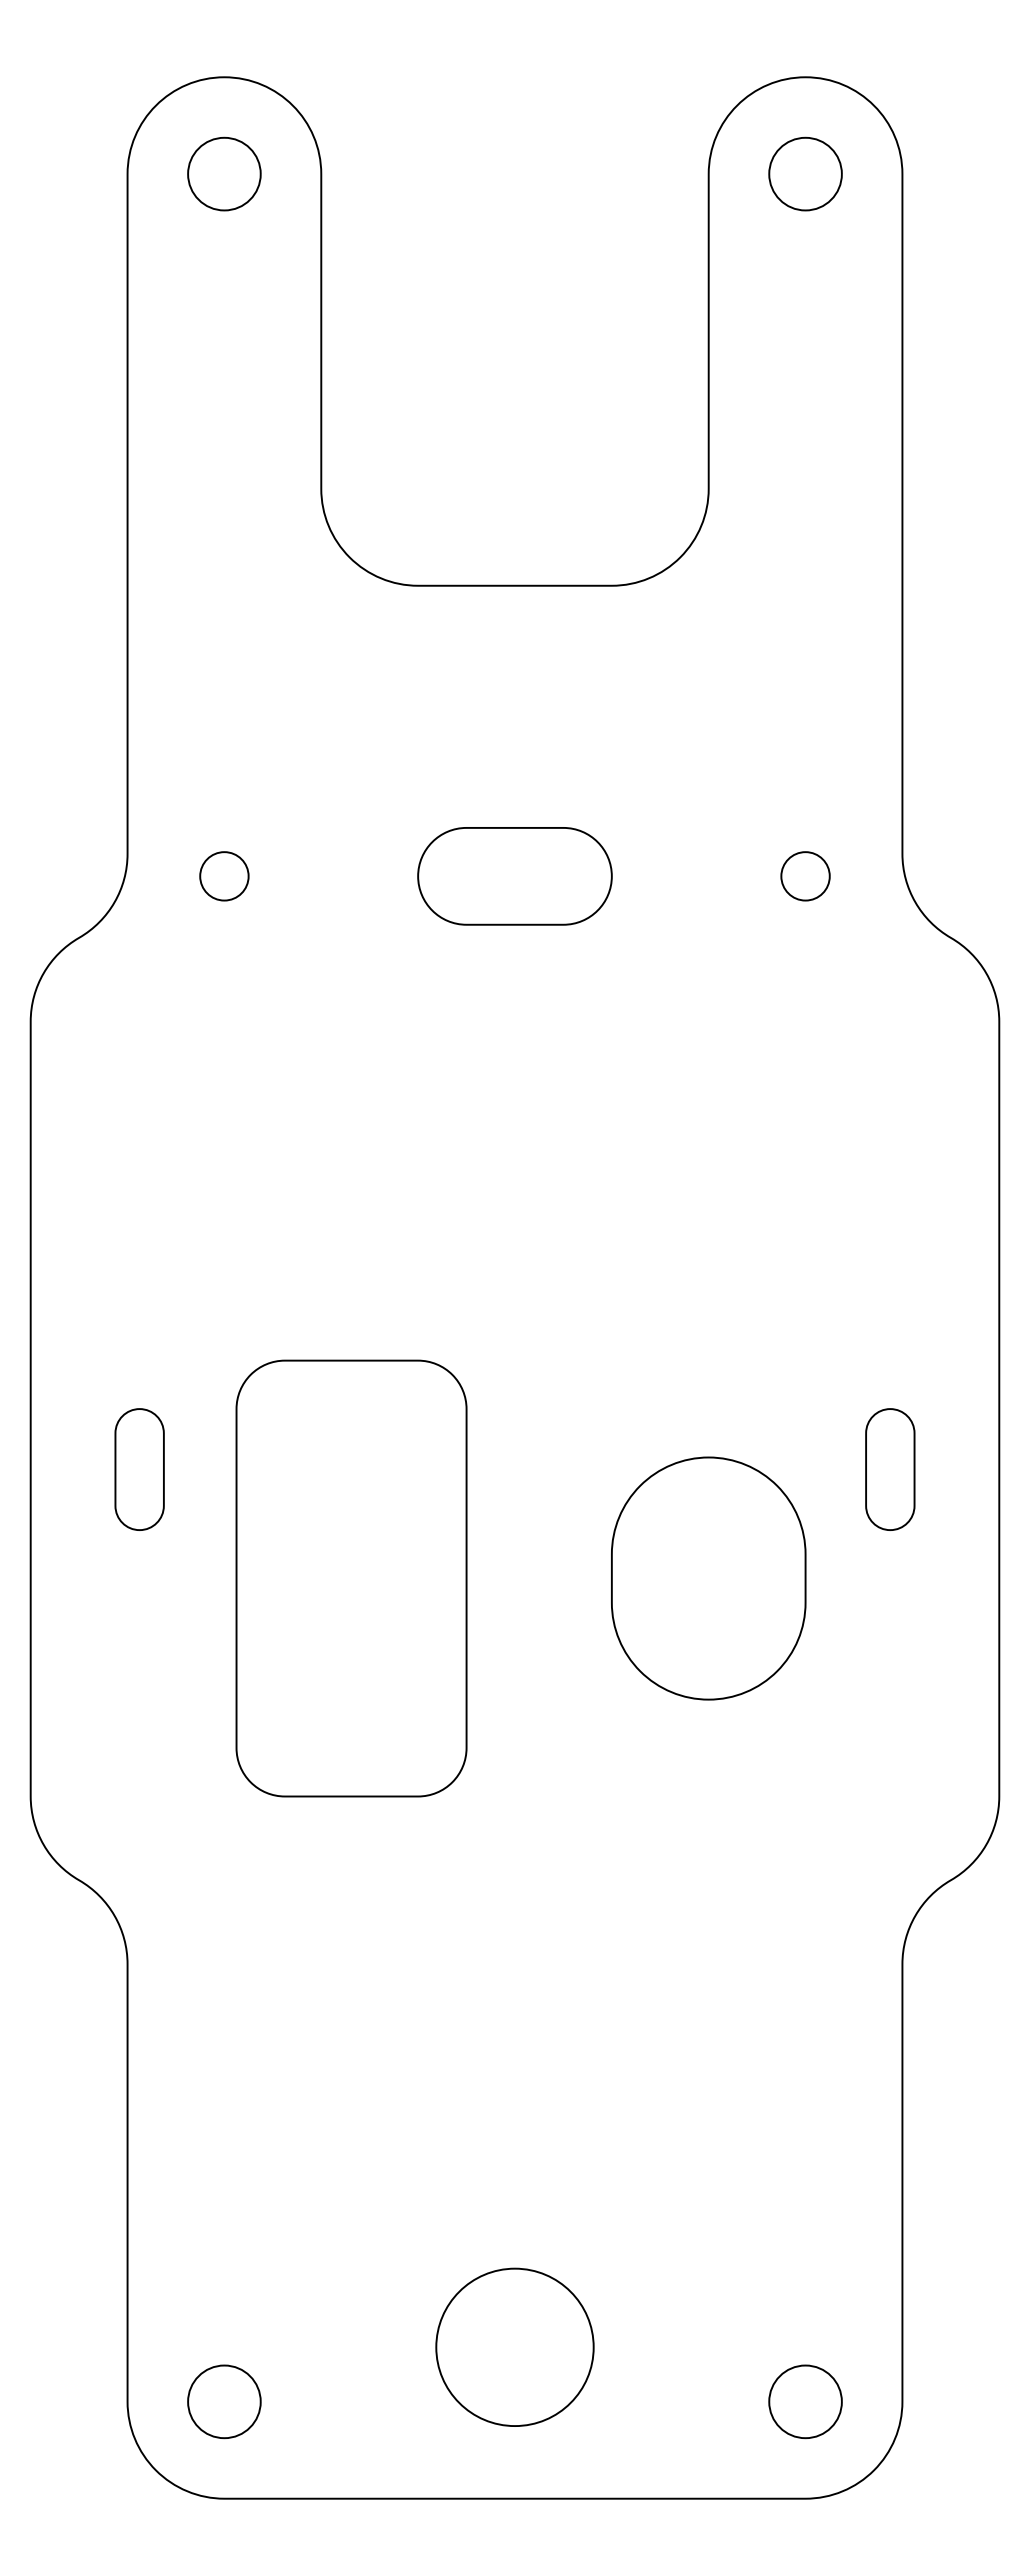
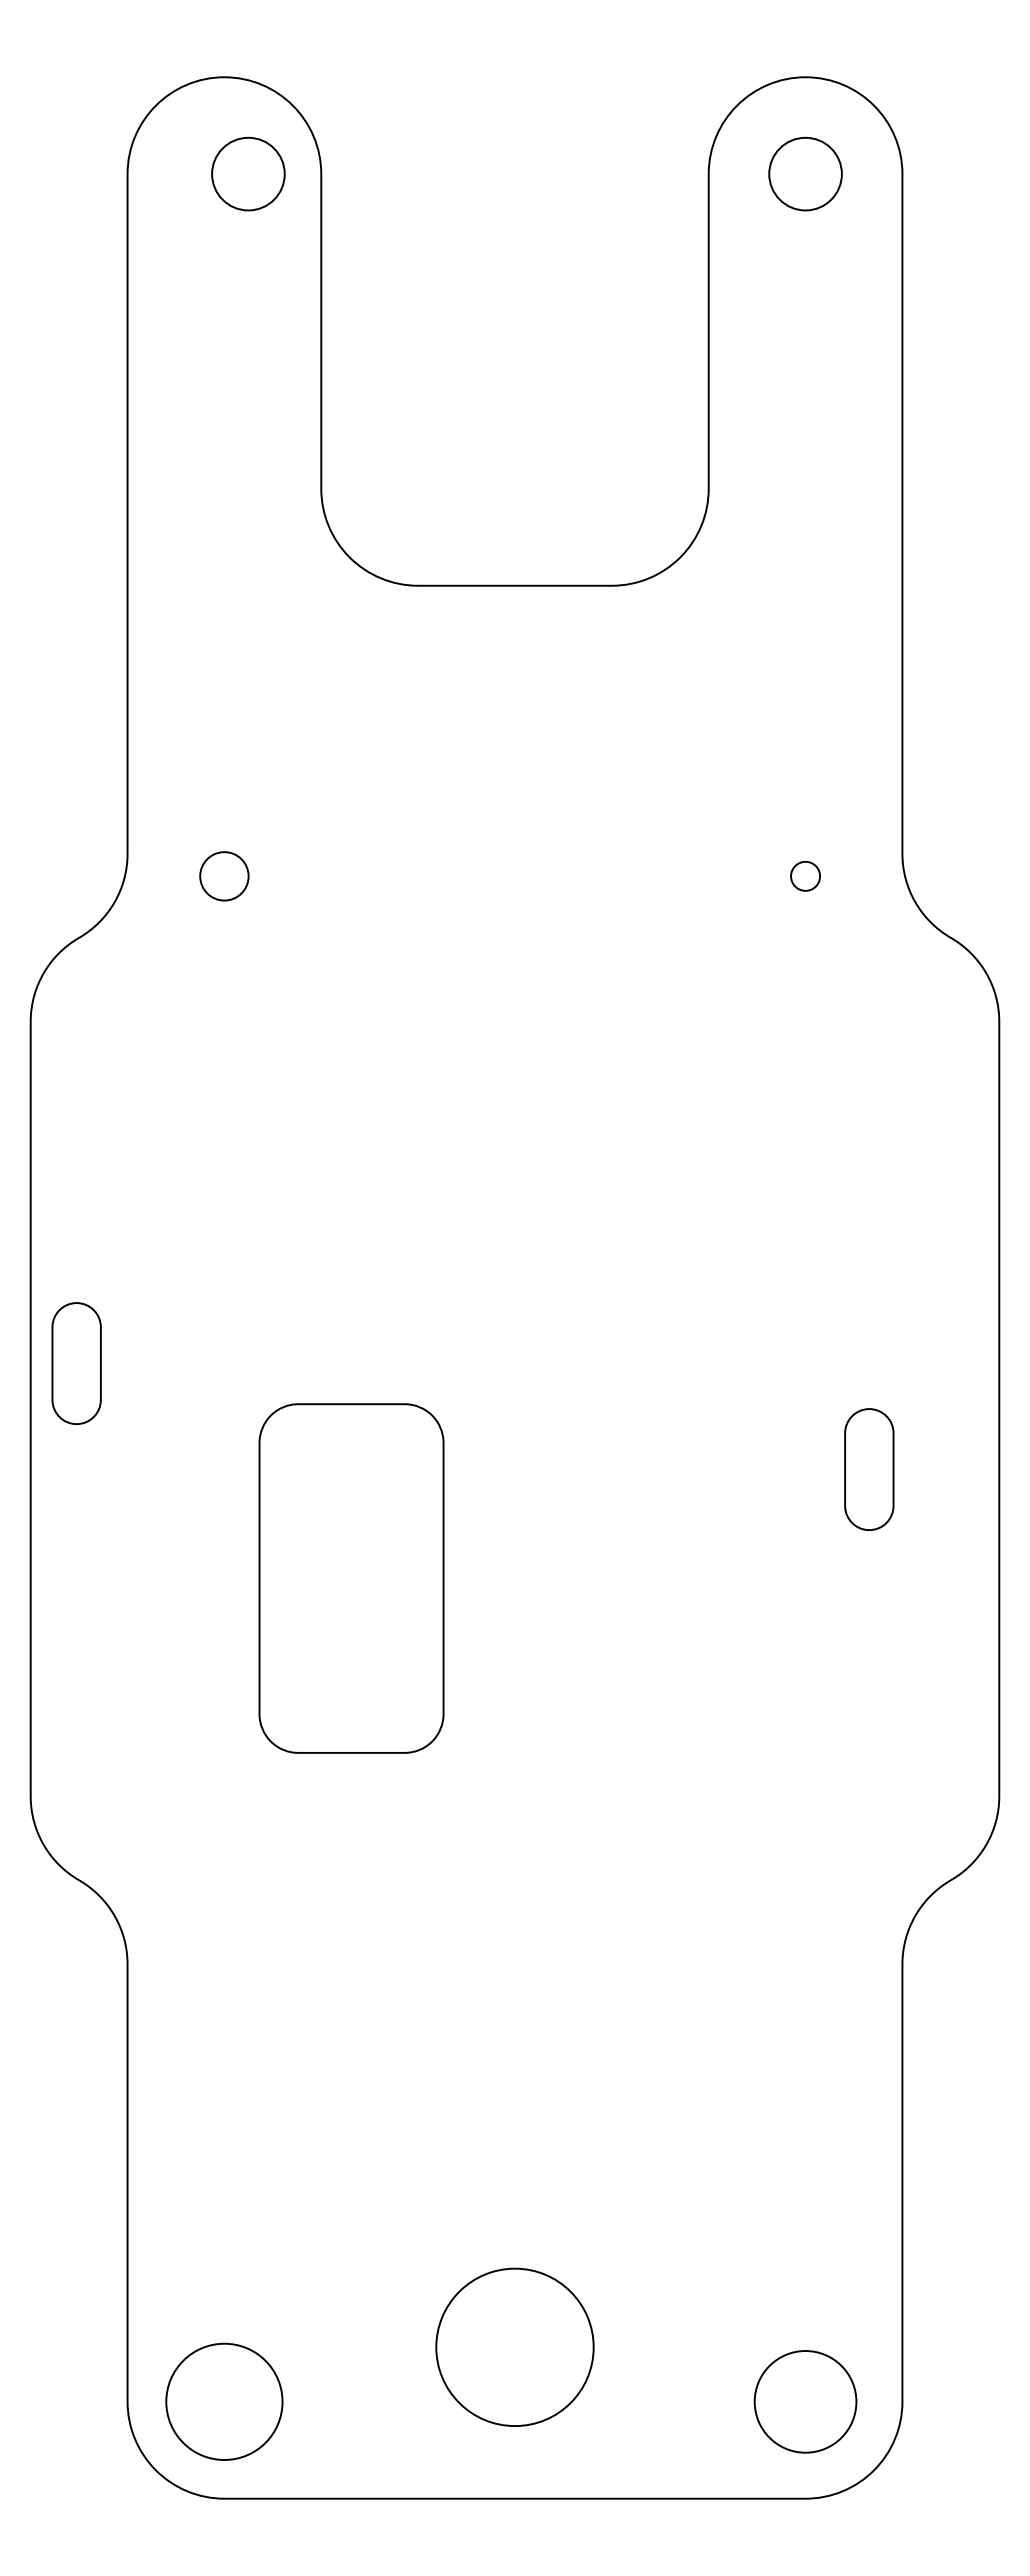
circle at (224, 173) position: (224, 173) -> (248, 173)
part at (514, 876): present -> none
circle at (805, 876) diameter: 48 px -> 29 px
part at (139, 1469) position: (139, 1469) -> (76, 1363)
part at (890, 1469) position: (890, 1469) -> (869, 1469)
part at (351, 1578) size: 233x439 px -> 187x351 px
part at (708, 1578): present -> none
circle at (224, 2401) diameter: 73 px -> 116 px
circle at (805, 2401) diameter: 73 px -> 102 px
